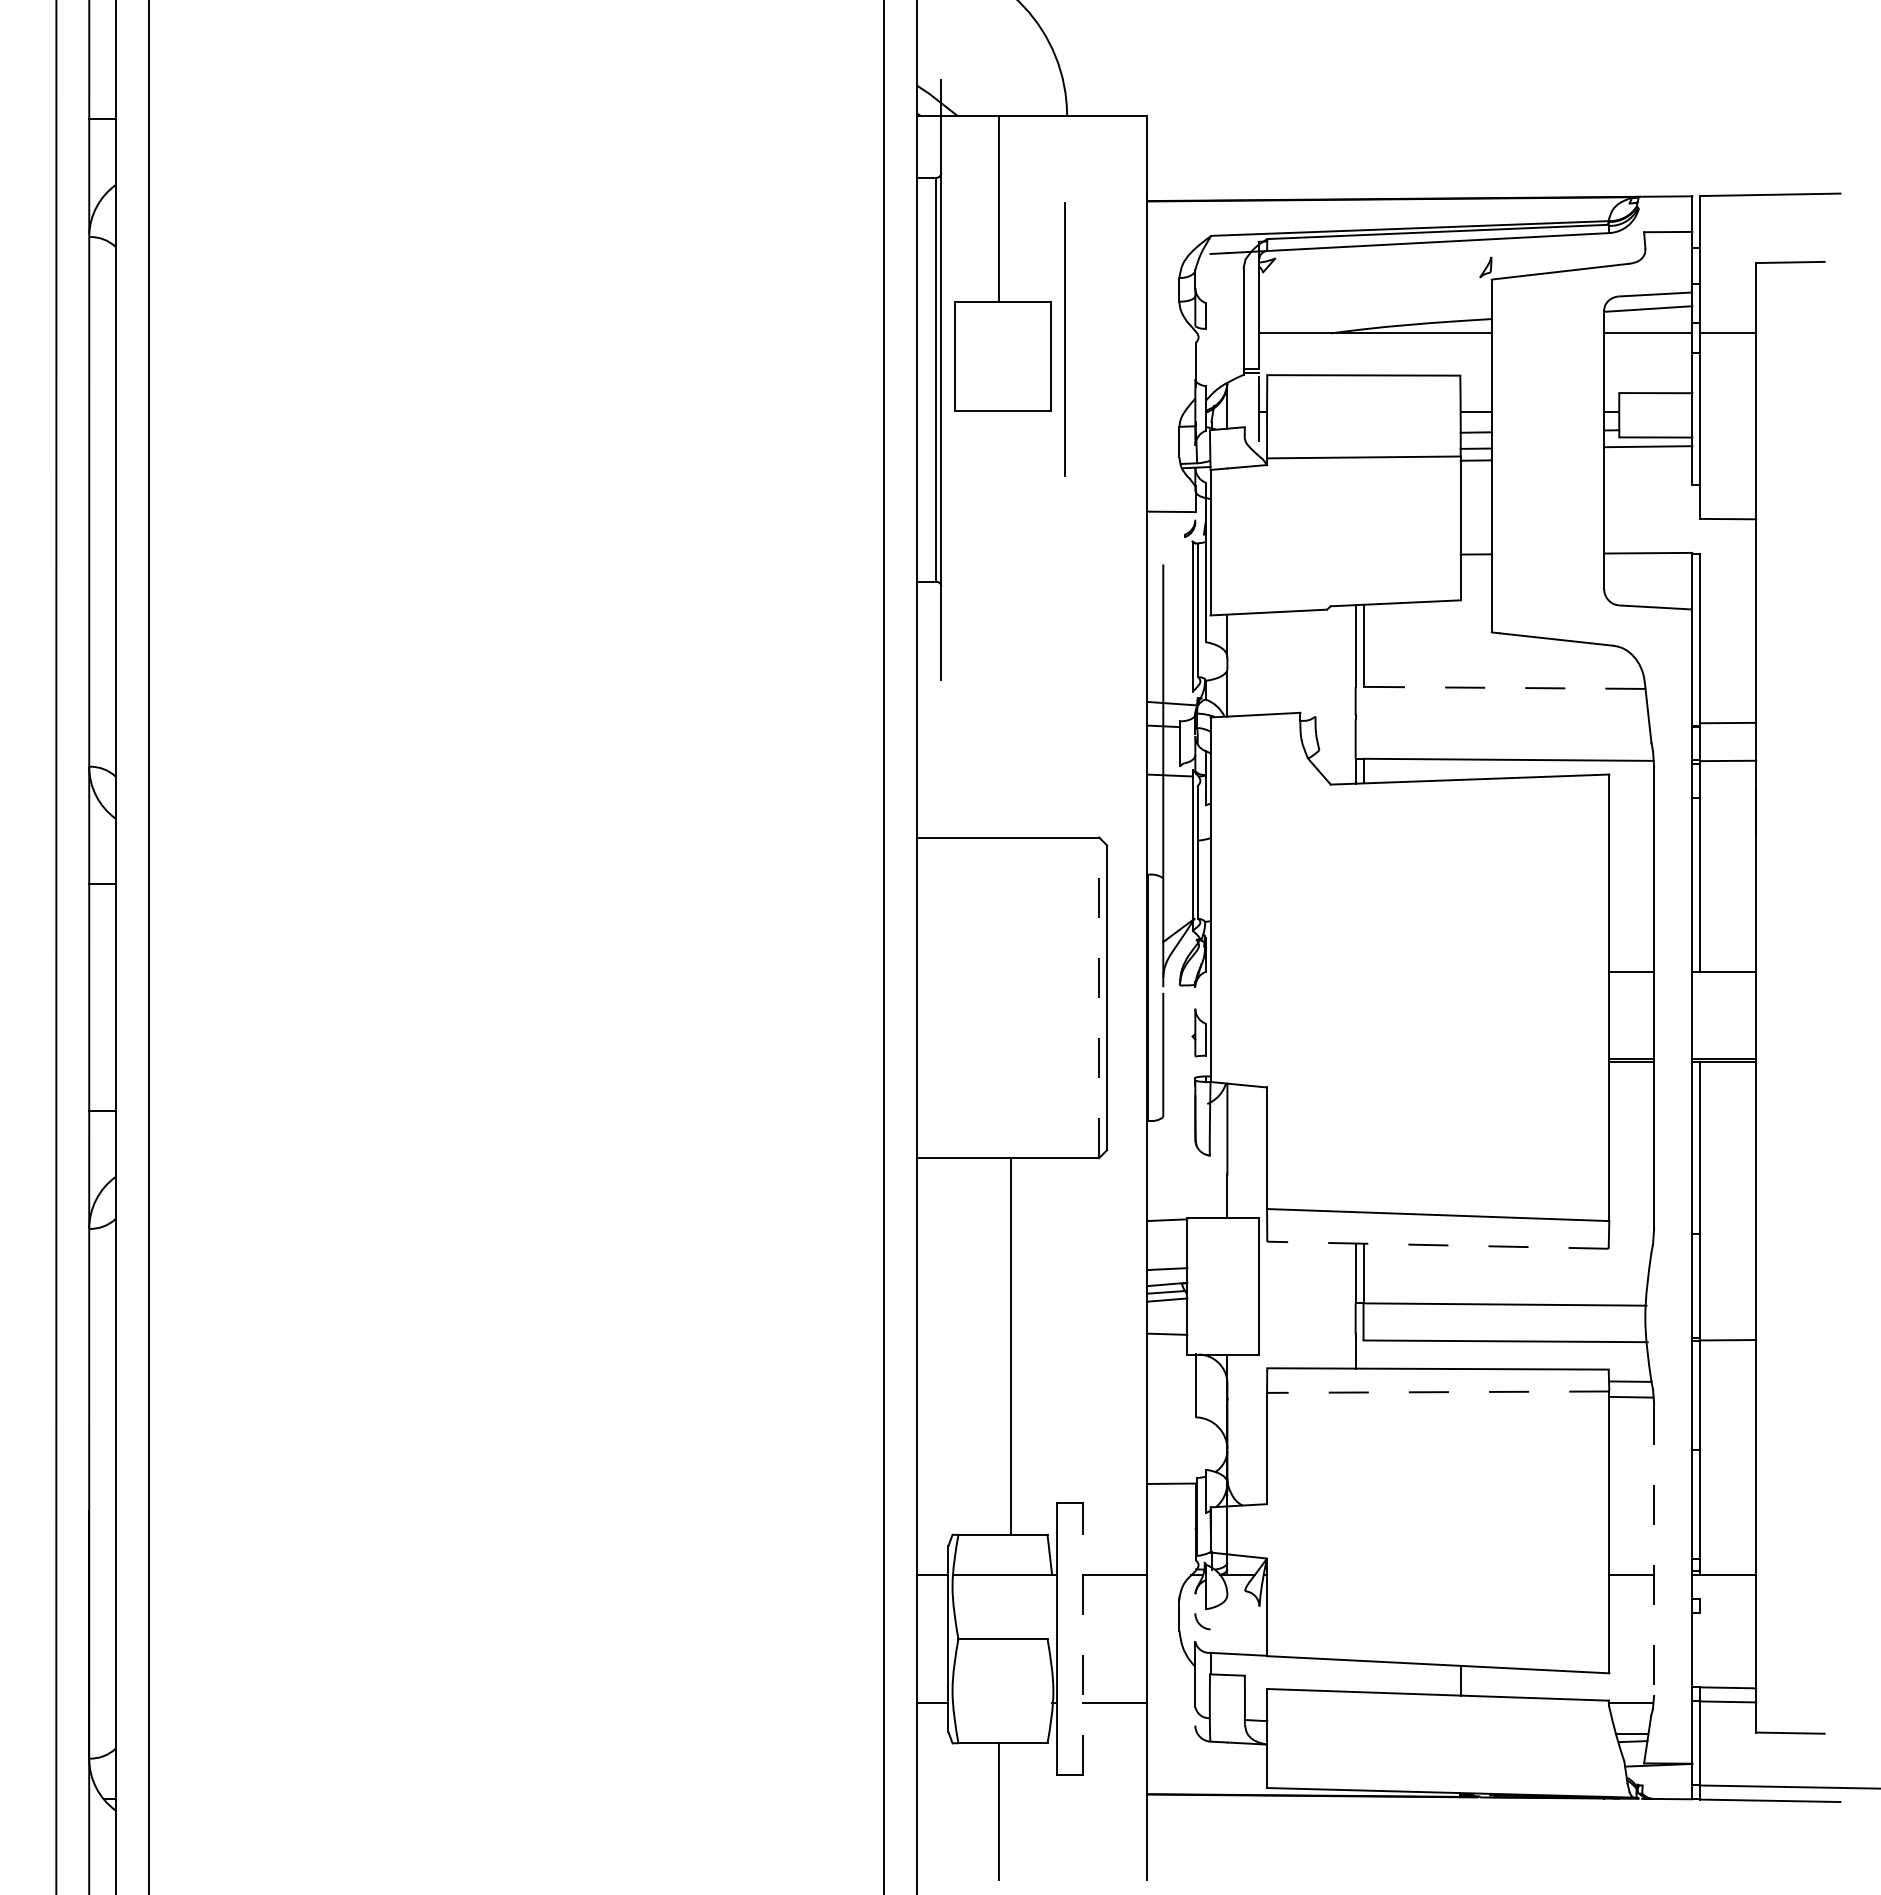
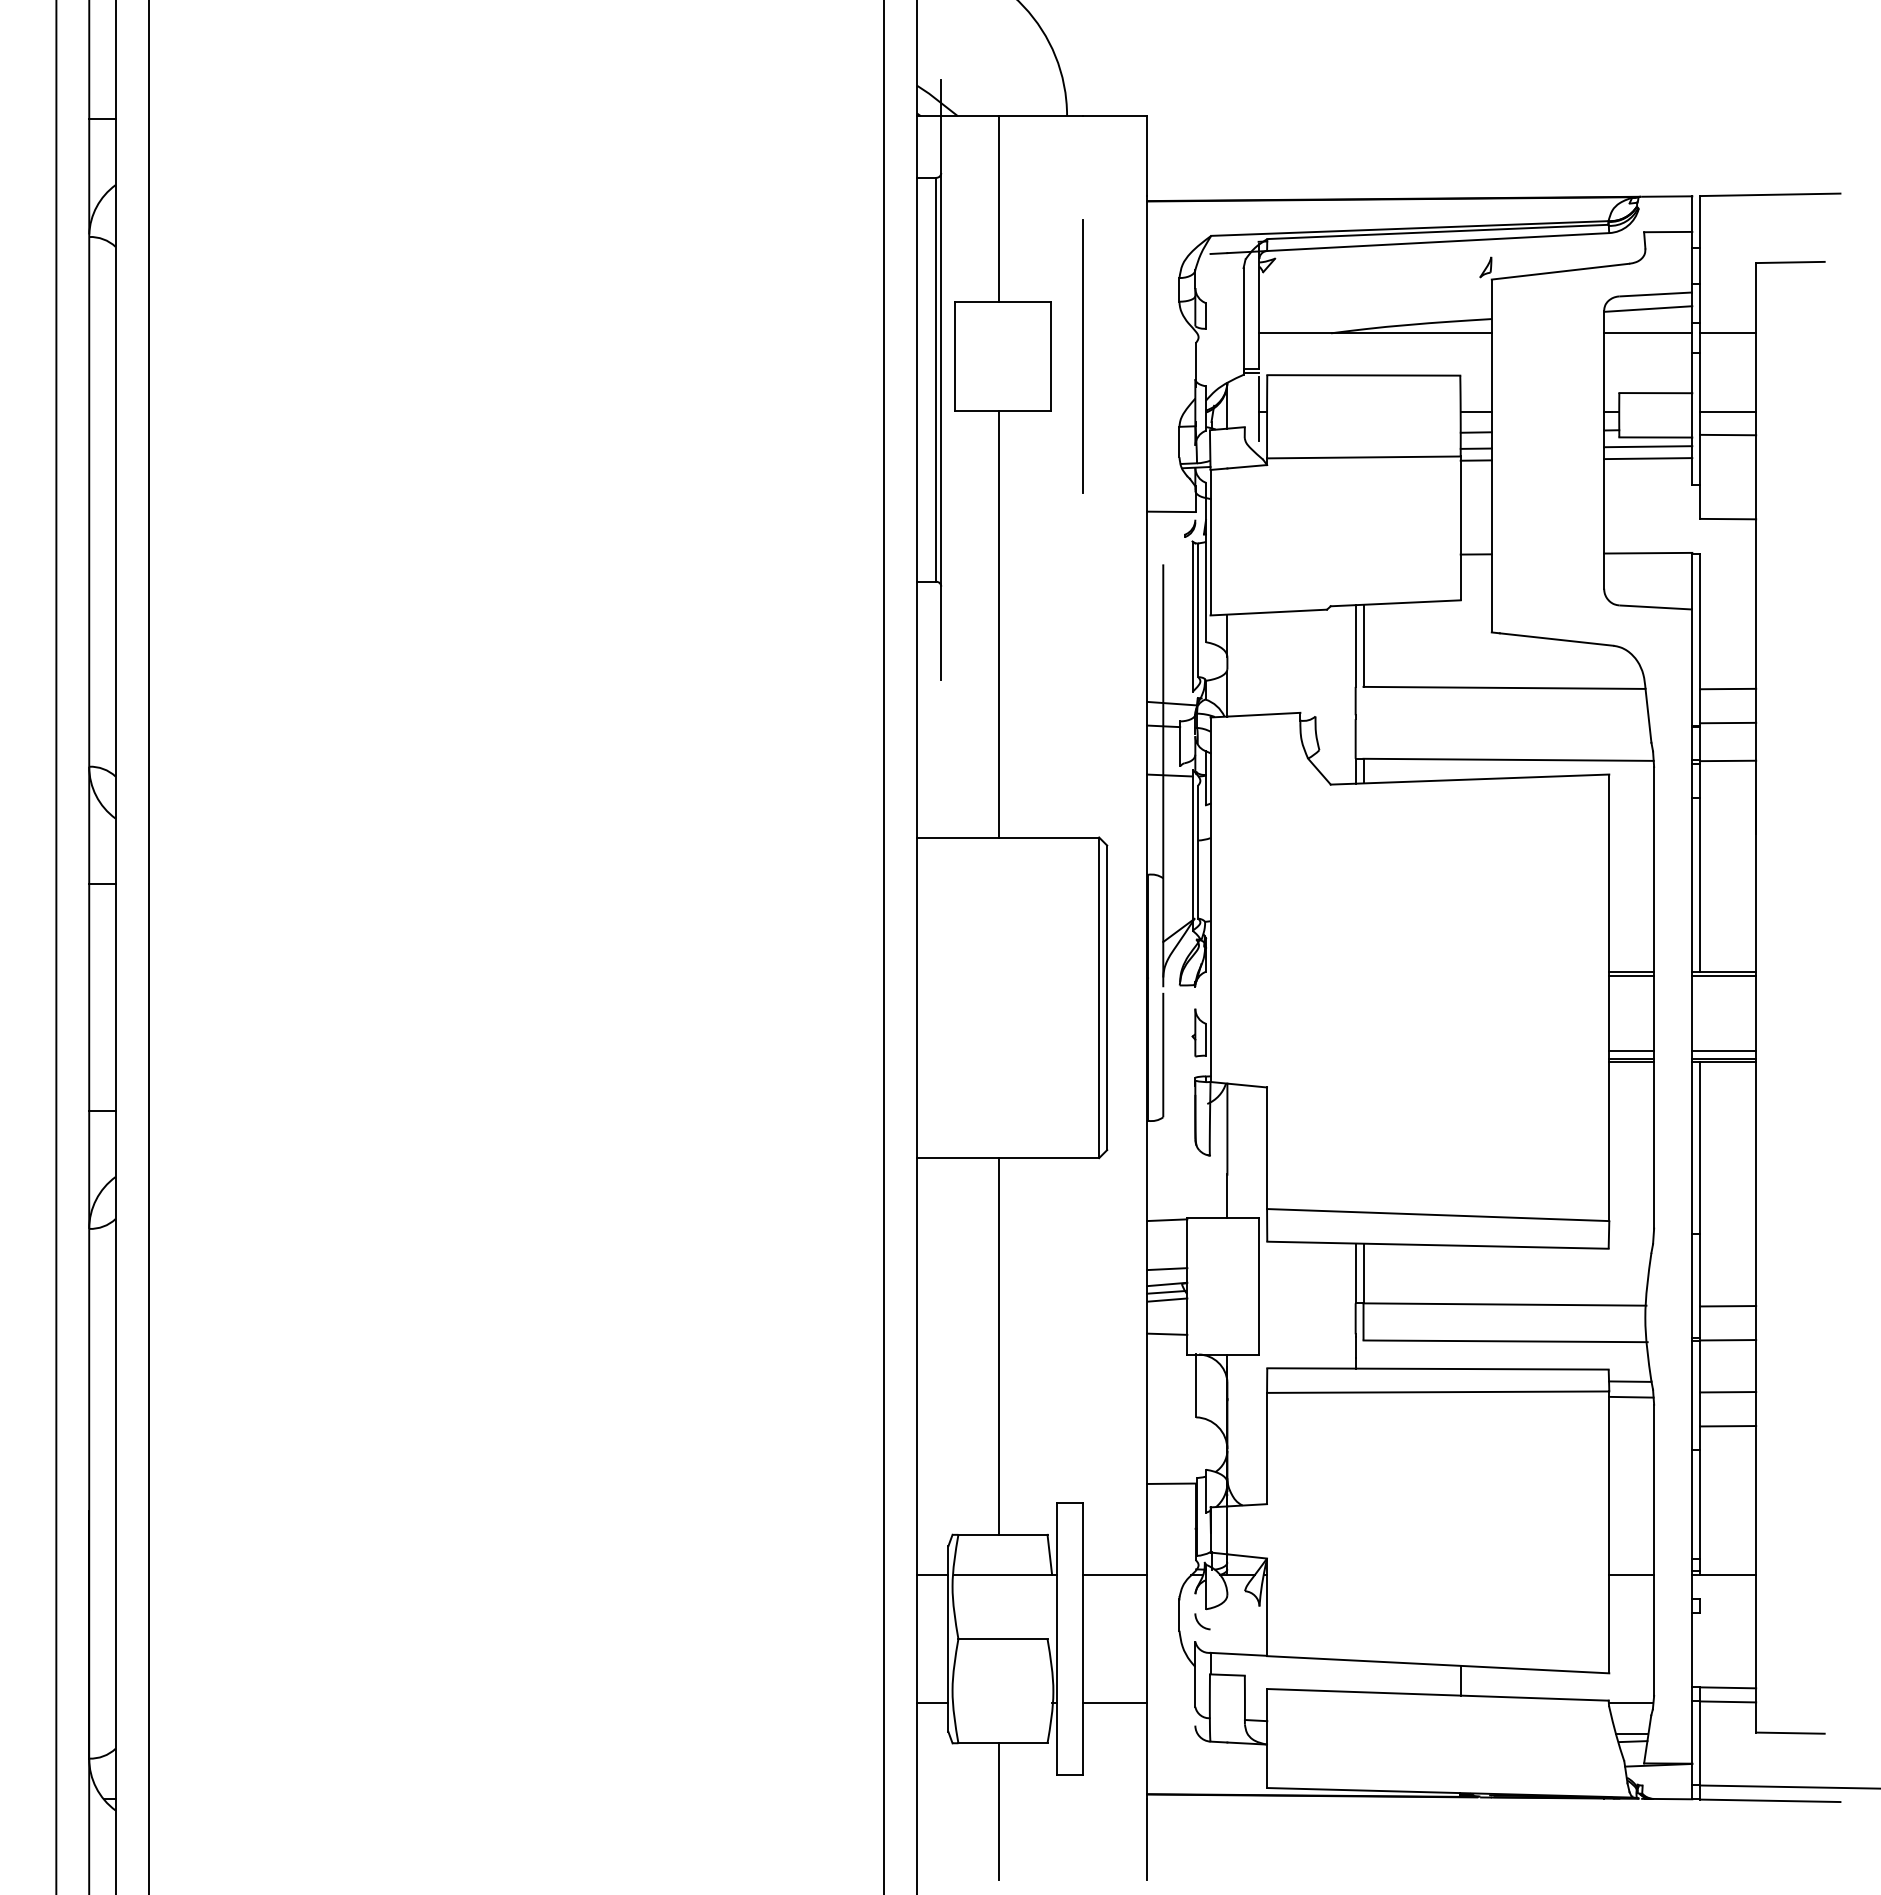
line at (1064, 339) position: (1064, 339) -> (1082, 356)
line at (1728, 411): none -> present
line at (1728, 434): none -> present
line at (1648, 458): none -> present
line at (998, 624): none -> present
line at (1504, 687): dashed -> solid
line at (1728, 688): none -> present
line at (1631, 976): none -> present
line at (1724, 976): none -> present
line at (1099, 997): dashed -> solid
line at (1631, 1051): none -> present
line at (1724, 1051): none -> present
line at (1437, 1245): dashed -> solid
line at (1728, 1306): none -> present
line at (1010, 1346) position: (1010, 1346) -> (998, 1346)
line at (1437, 1392): dashed -> solid
line at (1728, 1392): none -> present
line at (1728, 1426): none -> present
line at (1654, 1550): dashed -> solid
line at (1083, 1638): dashed -> solid
